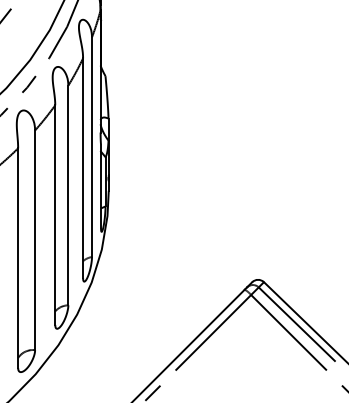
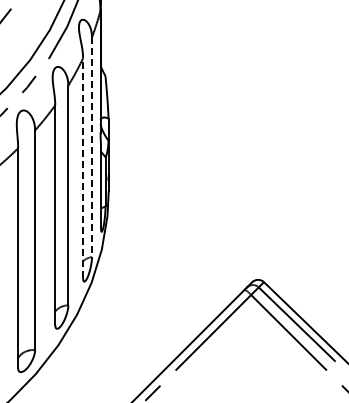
line at (92, 147): solid -> dashed
line at (83, 168): solid -> dashed
